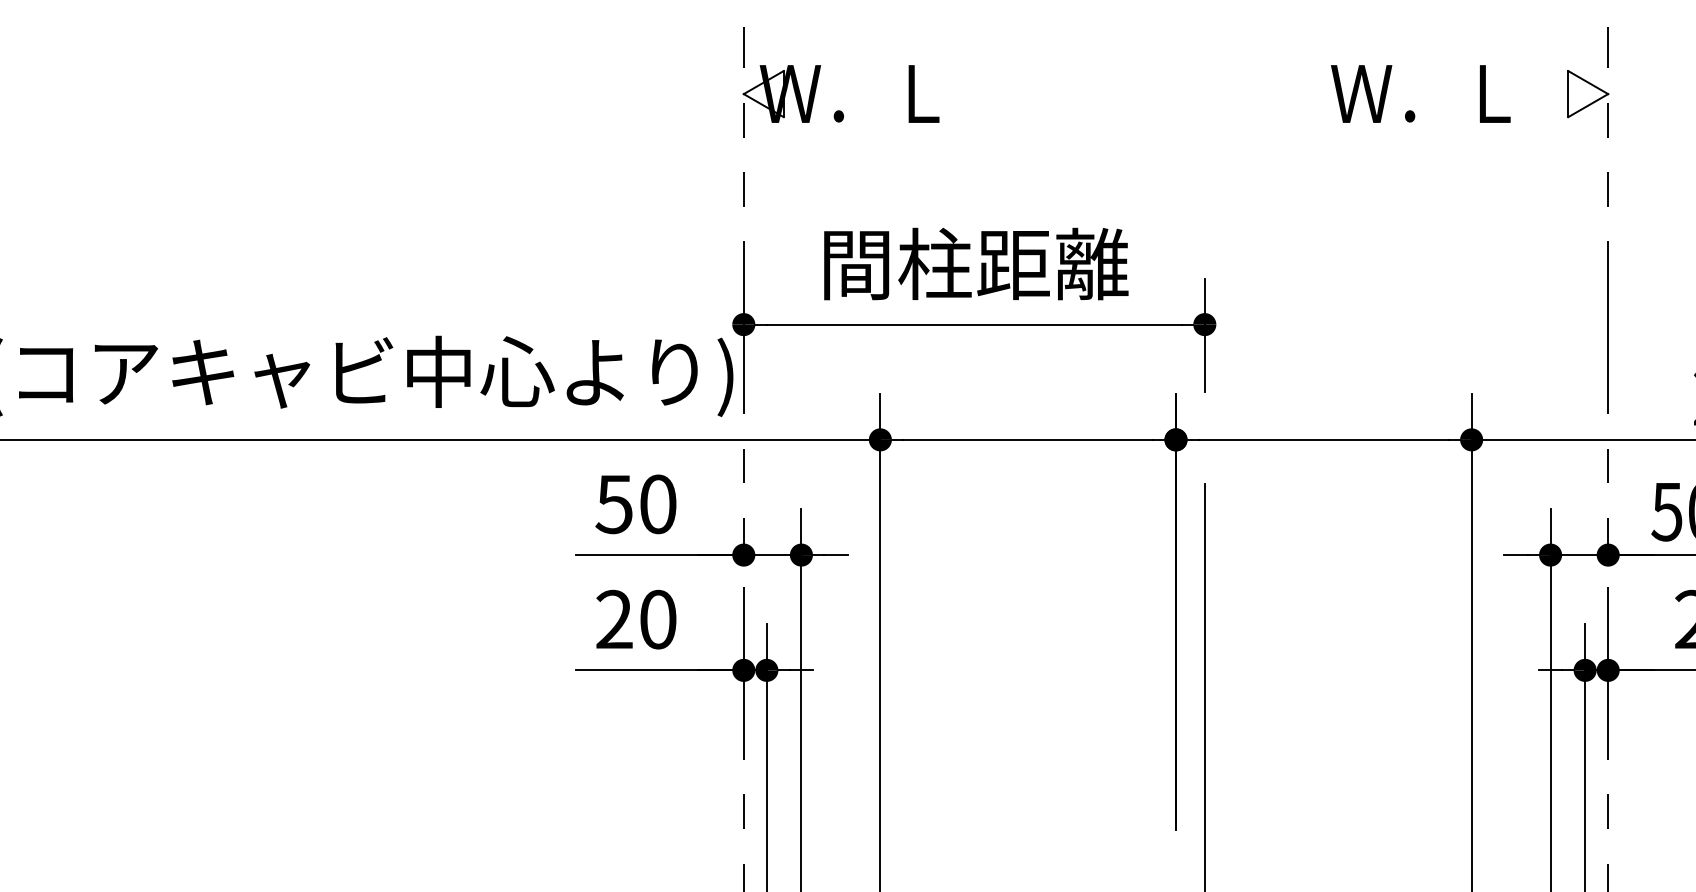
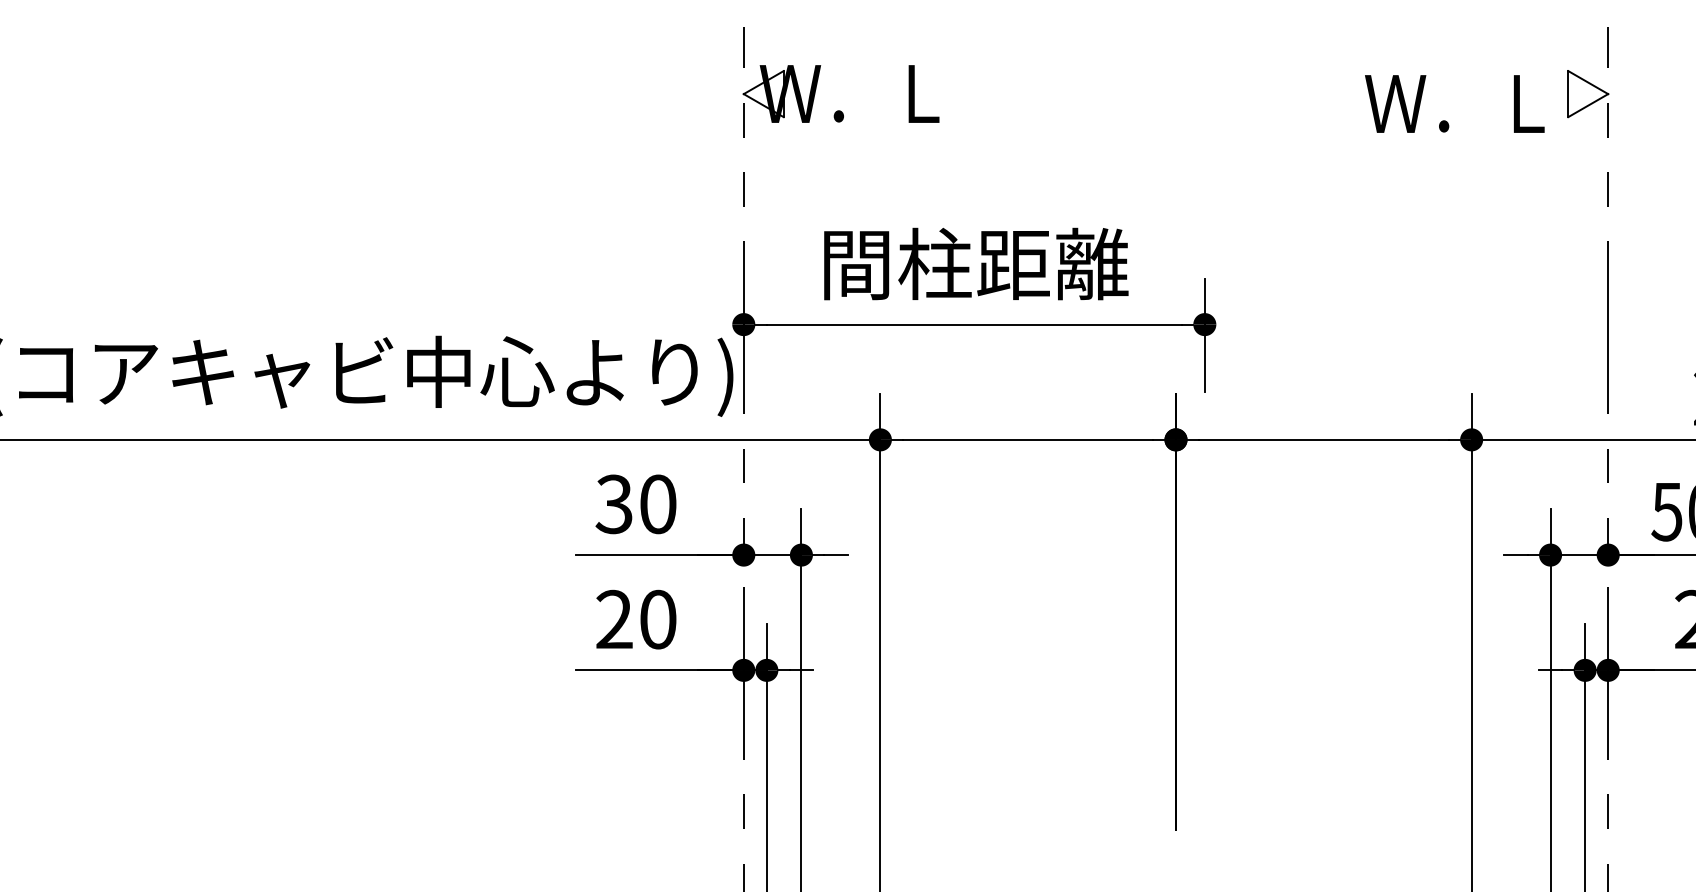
text at (1420, 93) position: (1420, 93) -> (1454, 103)
text at (613, 503): 50 -> 30
line at (1204, 685): present -> none
